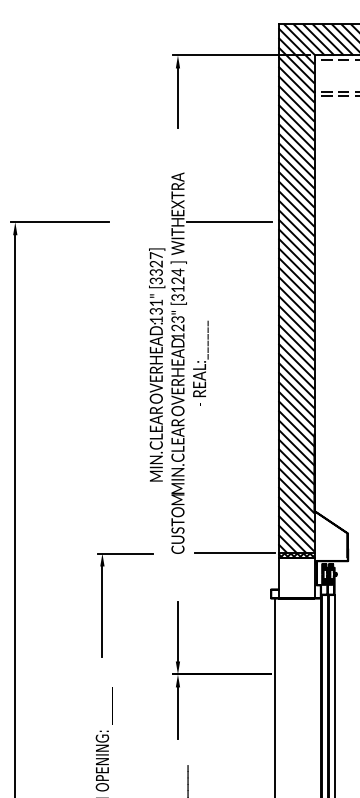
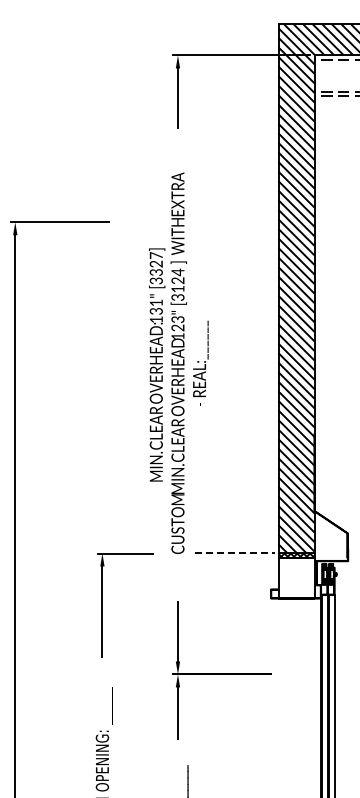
line at (229, 222): present -> none
line at (235, 553): solid -> dashed
line at (275, 696): present -> none
